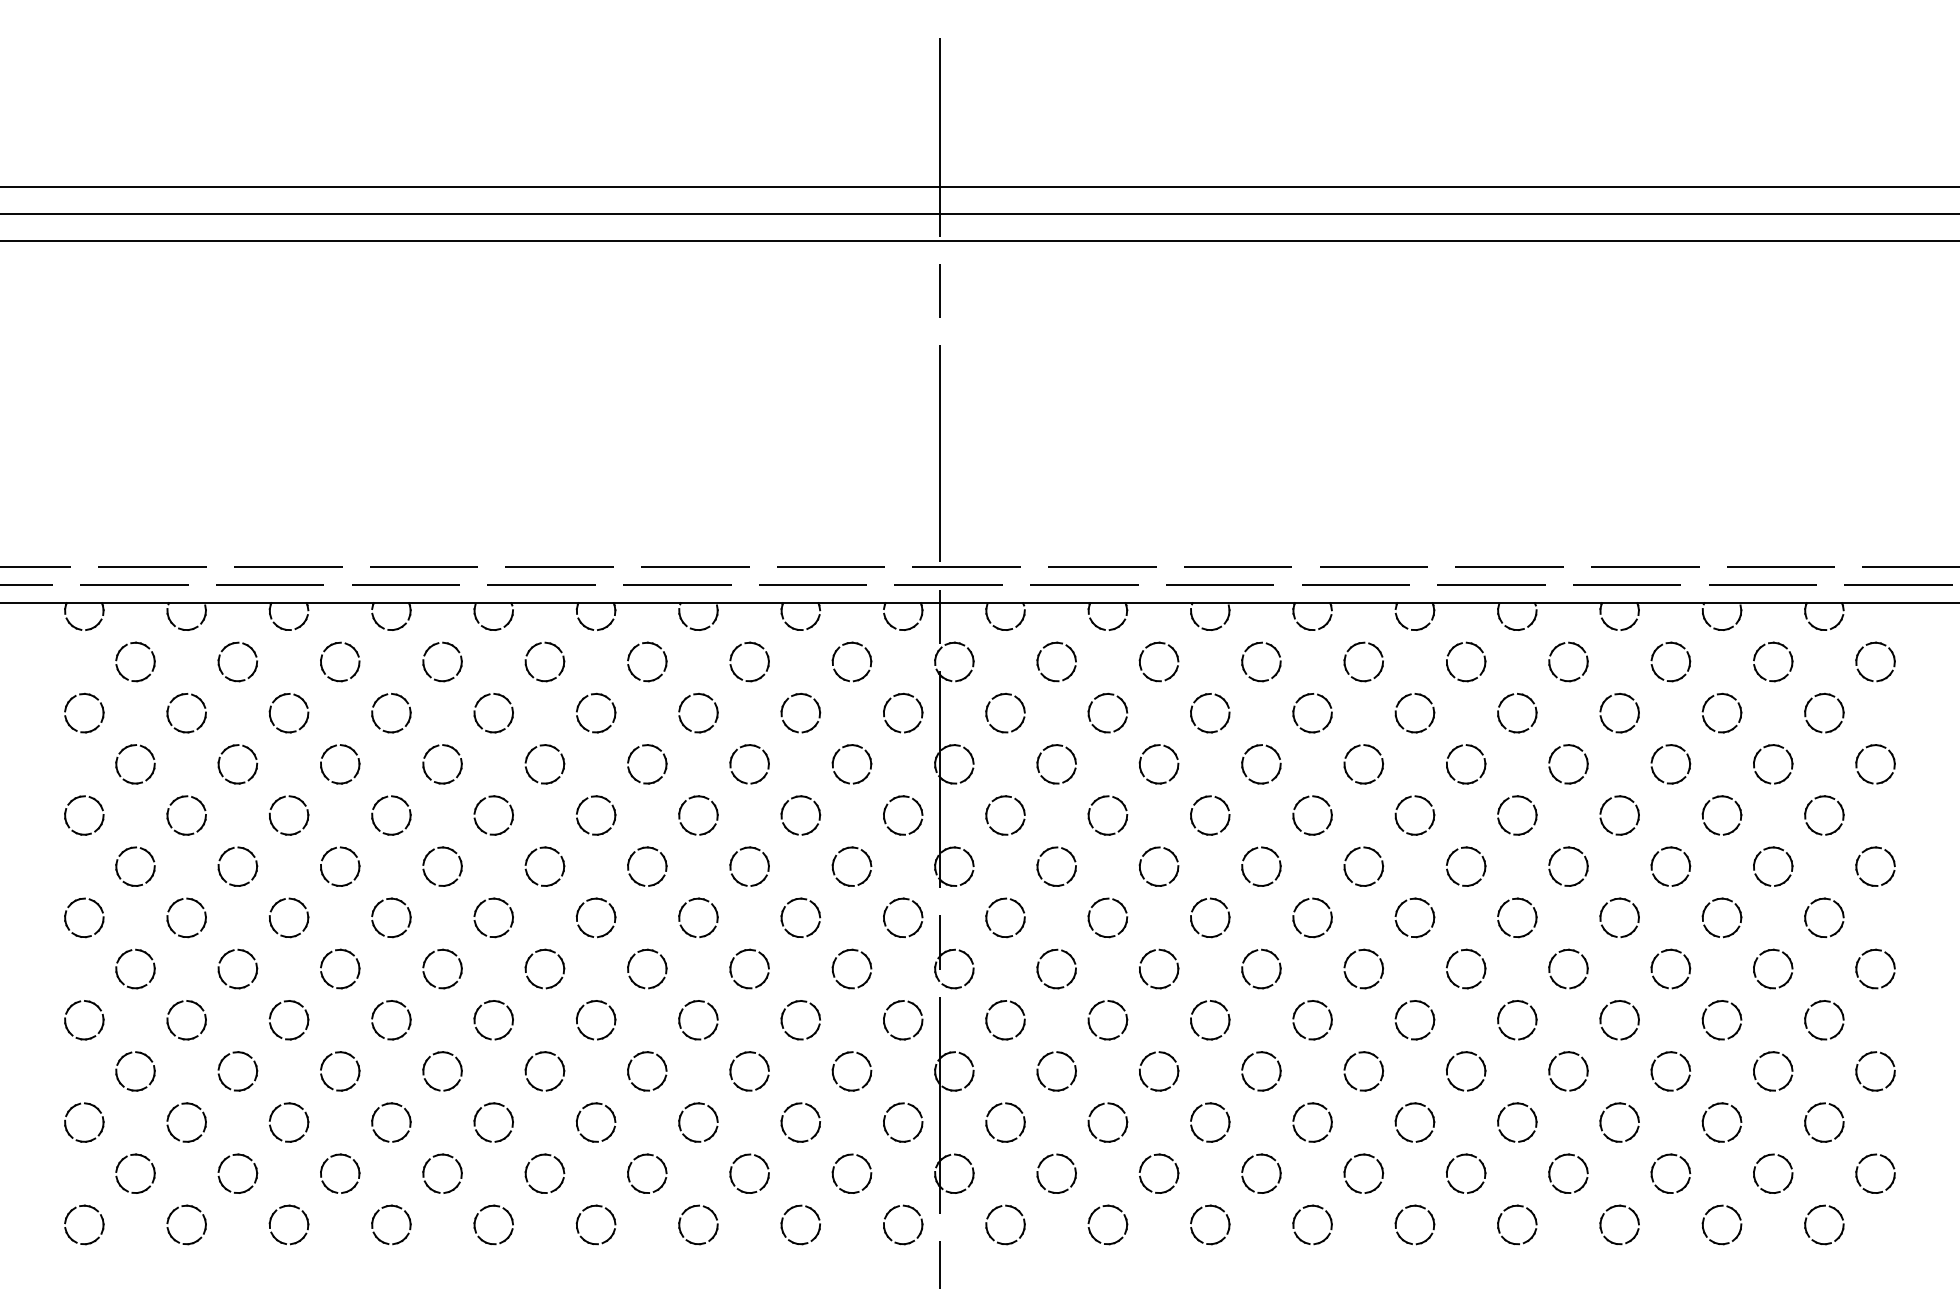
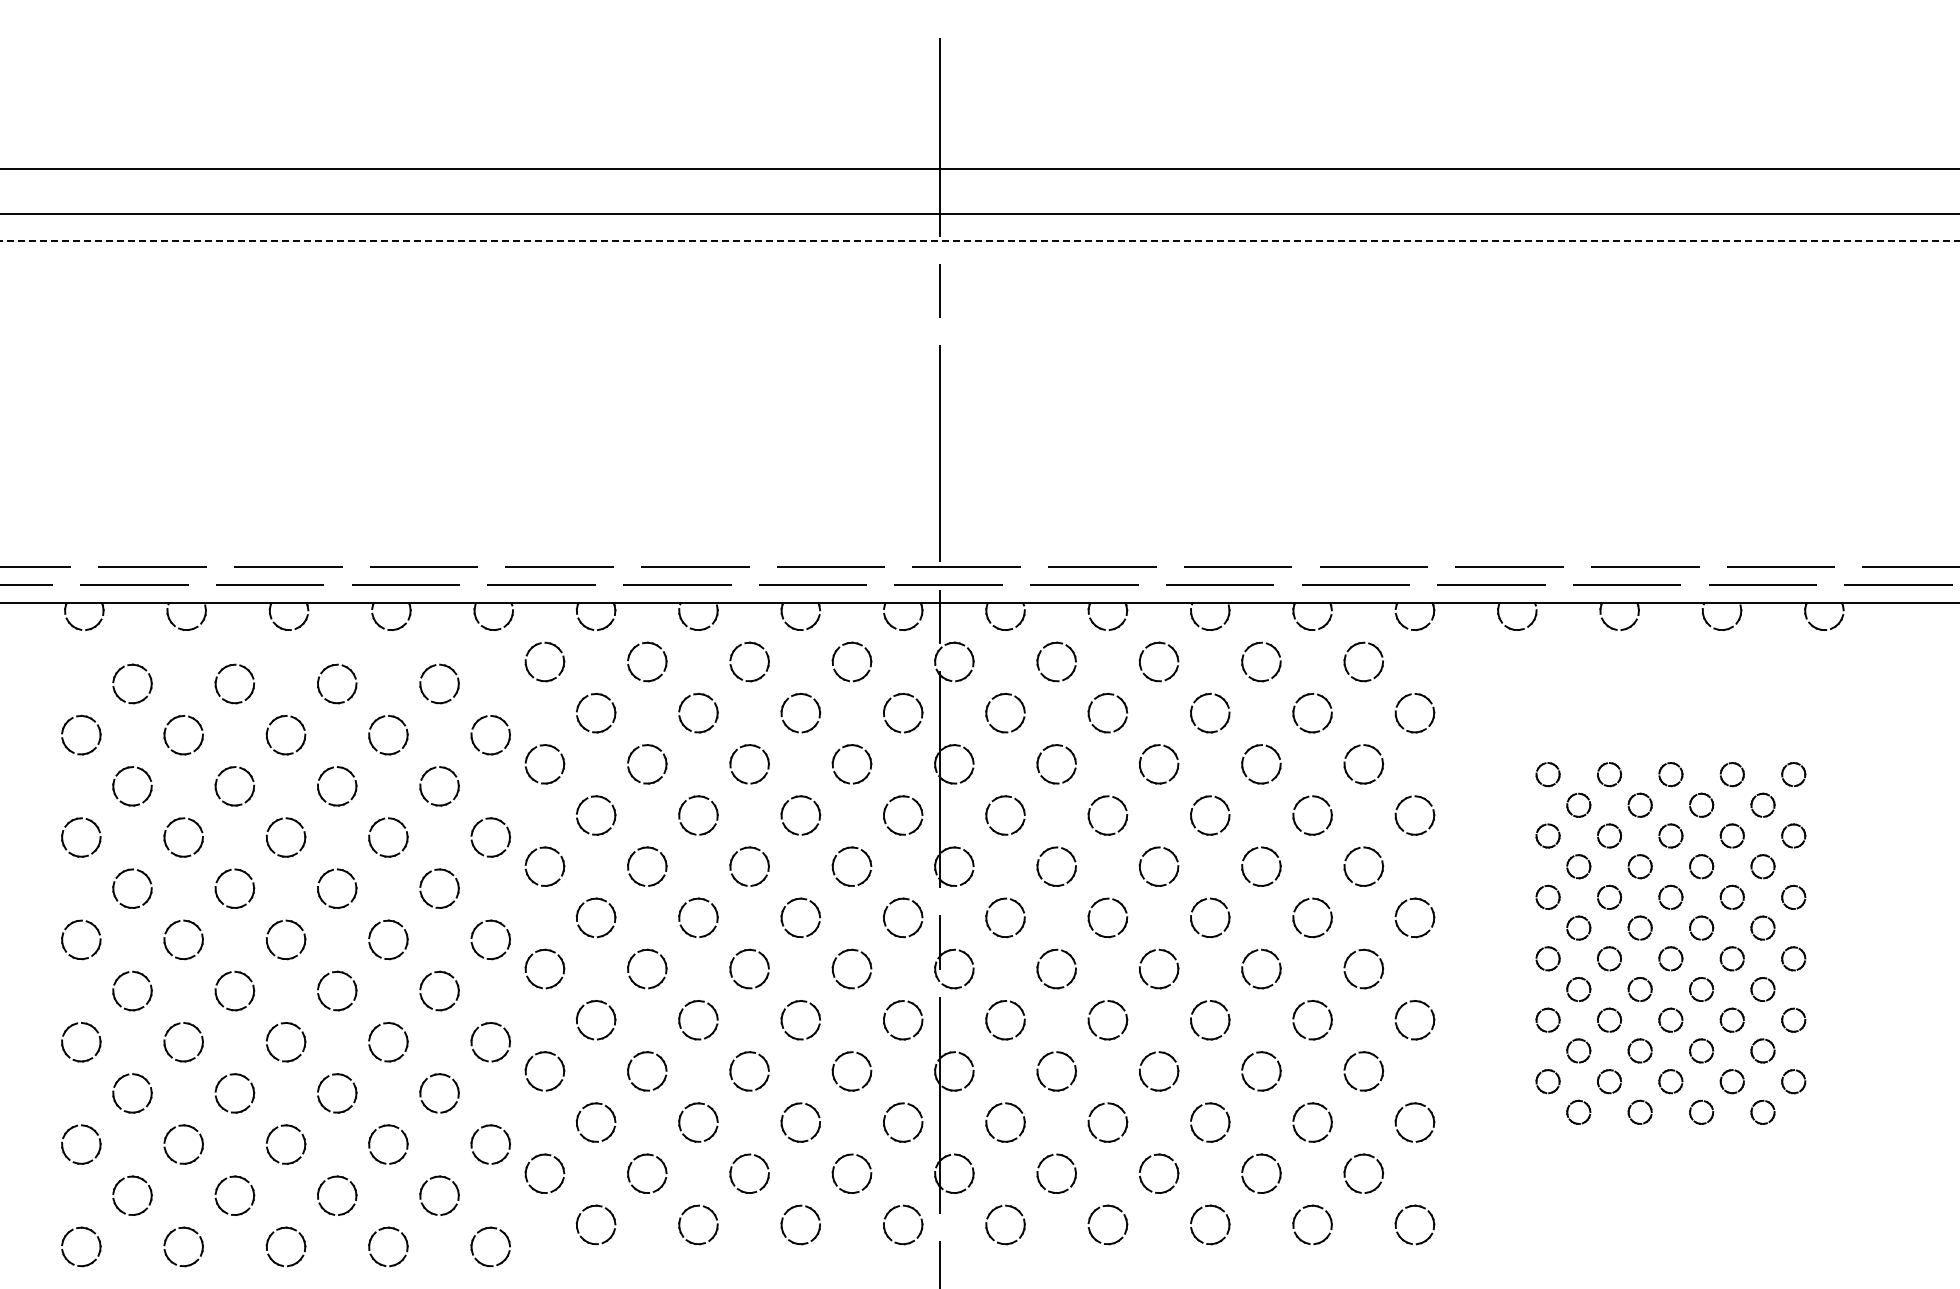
line at (979, 186) position: (979, 186) -> (979, 168)
line at (980, 241): solid -> dashed
part at (288, 943) position: (288, 943) -> (285, 965)
part at (1670, 943) size: 450x605 px -> 272x363 px
